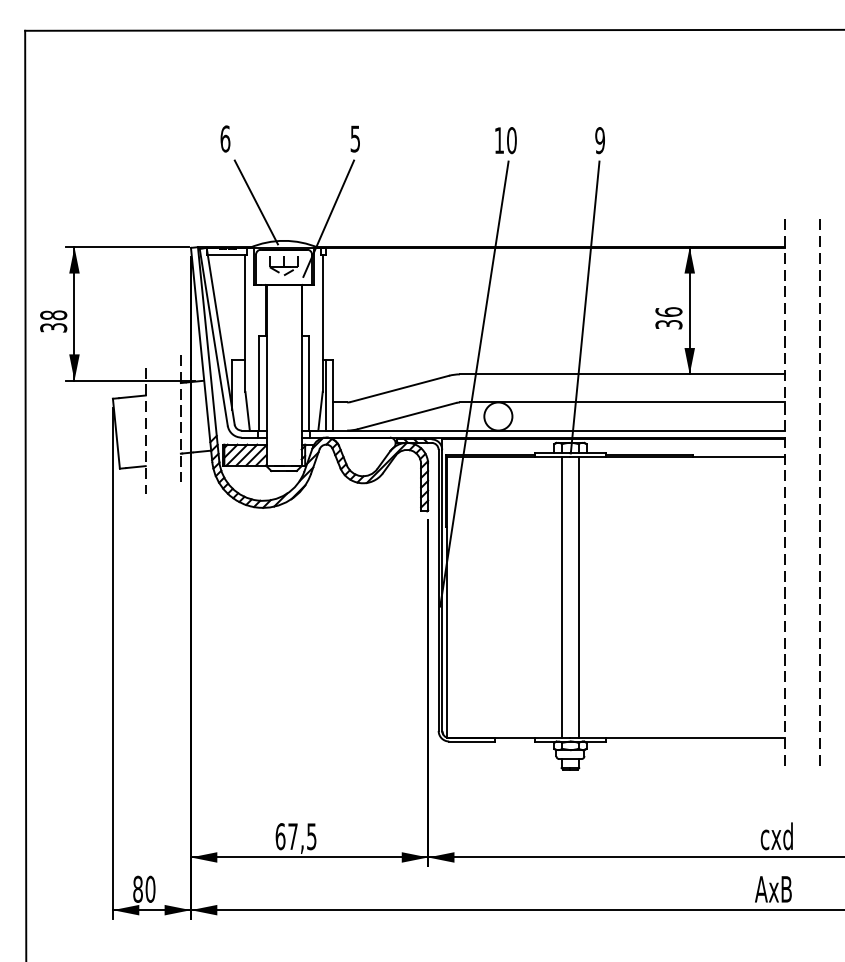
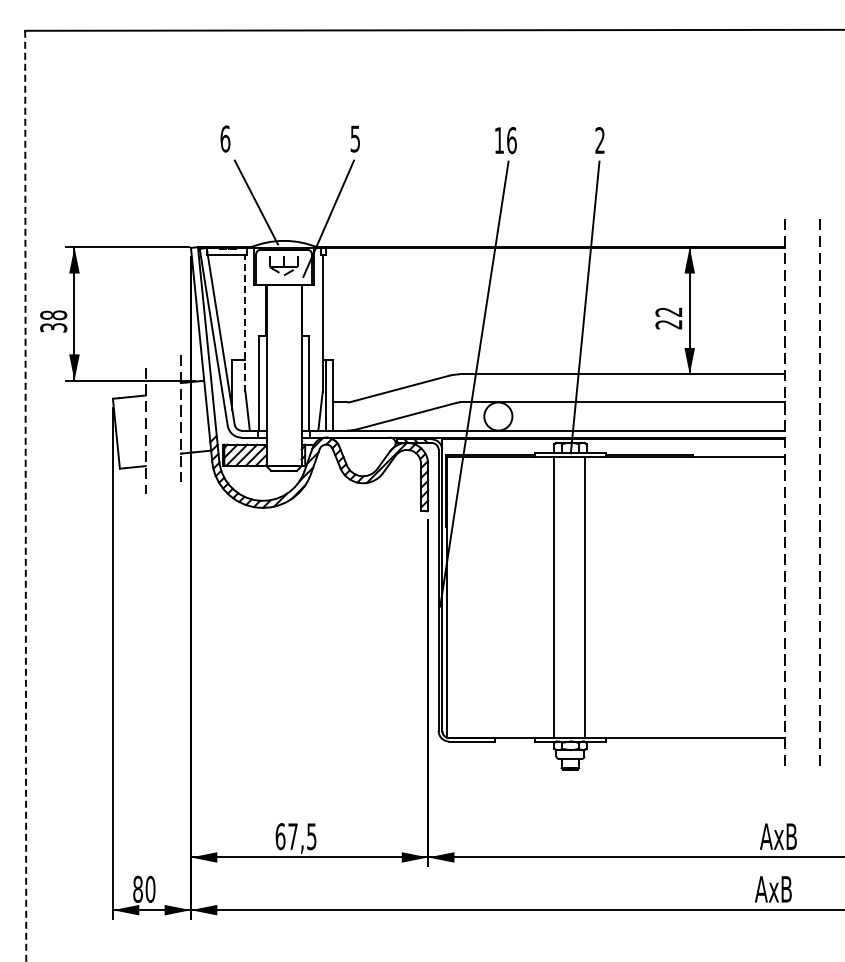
text at (511, 140): 10 -> 16
text at (599, 140): 9 -> 2
text at (668, 318): 36 -> 22
line at (245, 323): solid -> dashed
line at (25, 496): solid -> dashed
line at (561, 597) position: (561, 597) -> (553, 597)
line at (579, 597) position: (579, 597) -> (585, 597)
text at (778, 836): cxd -> AxB
